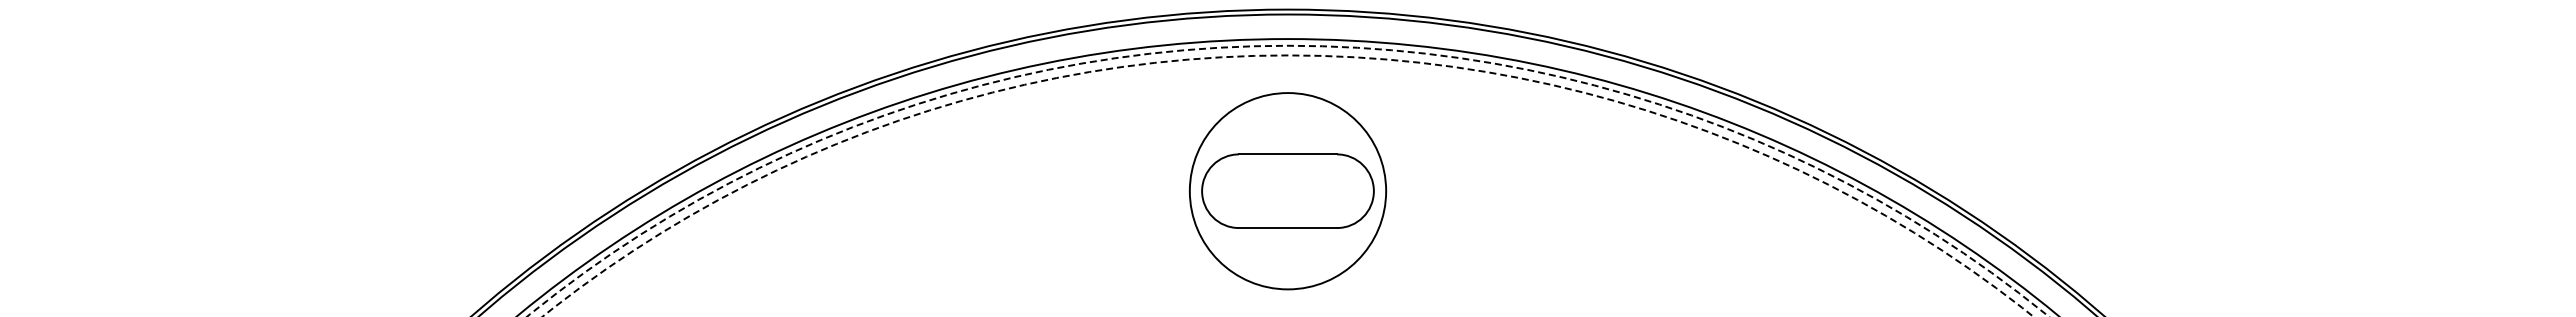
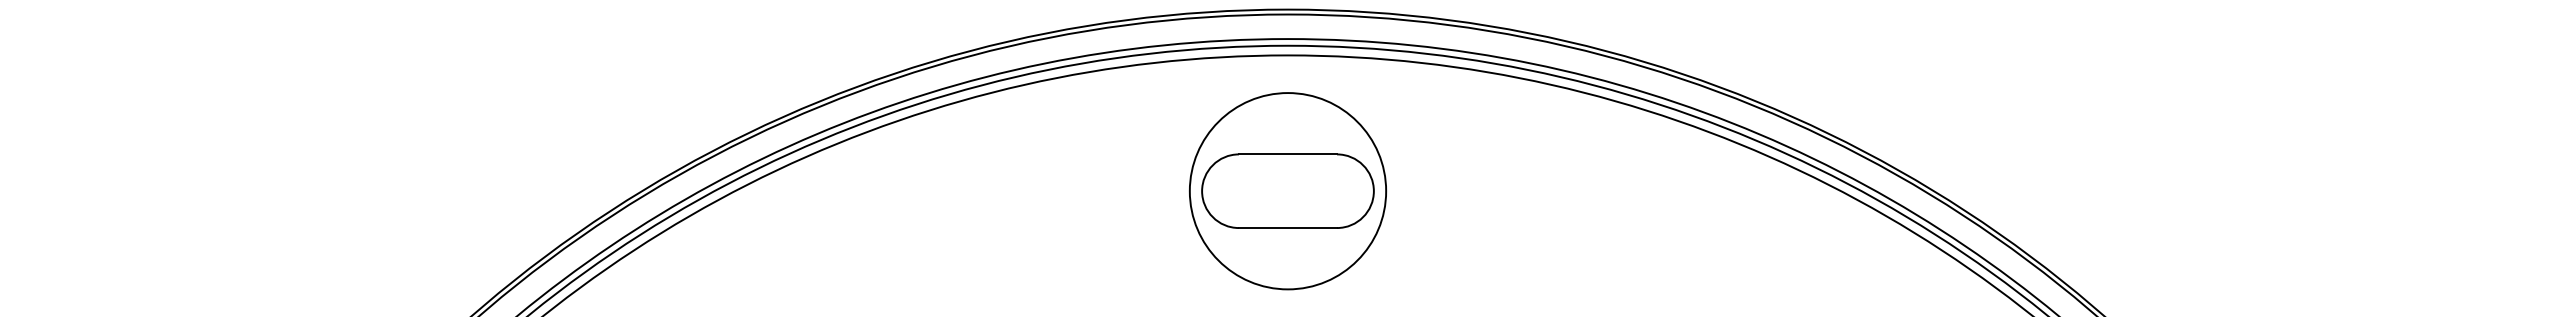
arc at (1287, 45): dashed -> solid
arc at (1287, 55): dashed -> solid
